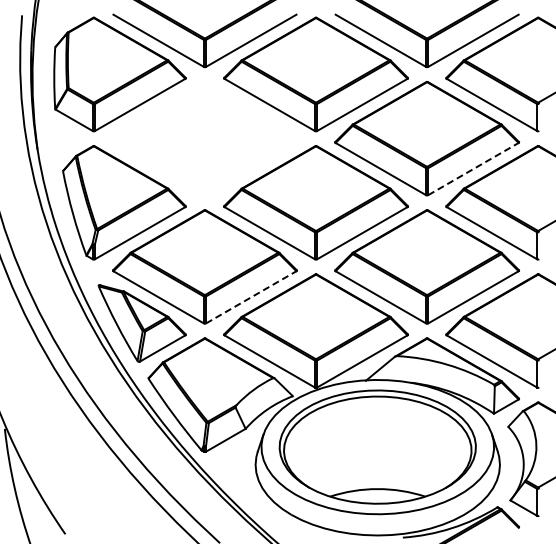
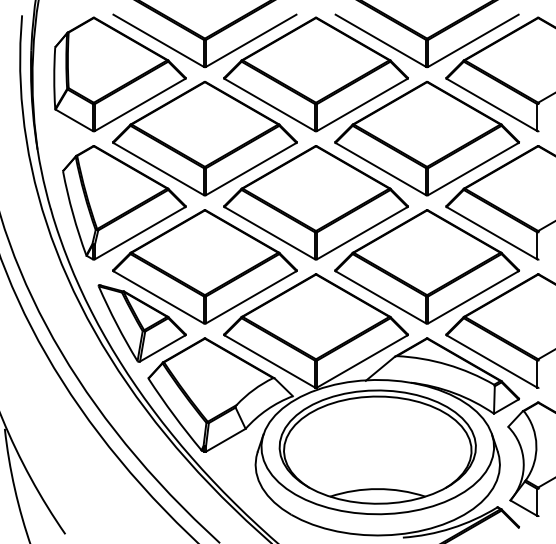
part at (204, 138): none -> present
line at (473, 168): dashed -> solid
line at (251, 297): dashed -> solid
